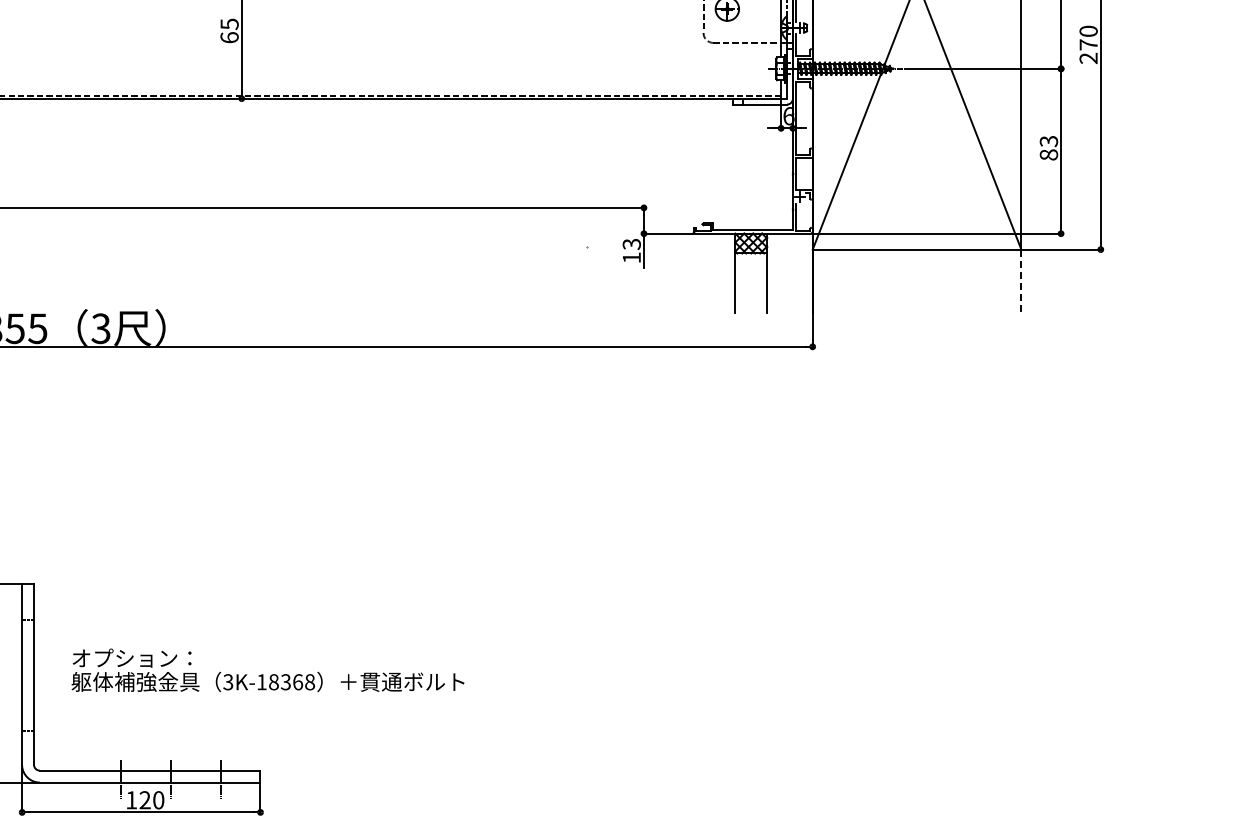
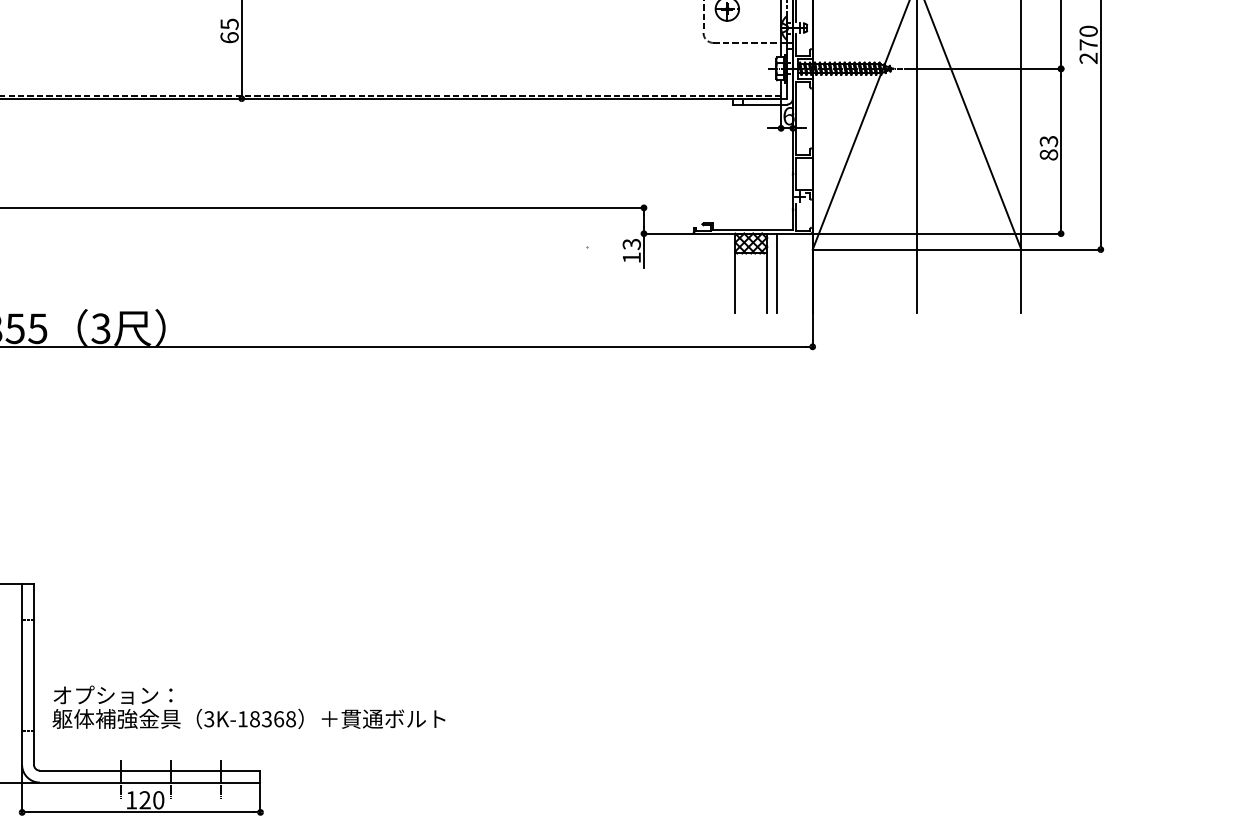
line at (917, 157): none -> present
line at (777, 273): none -> present
line at (1021, 281): dashed -> solid
text at (267, 669) position: (267, 669) -> (248, 706)
